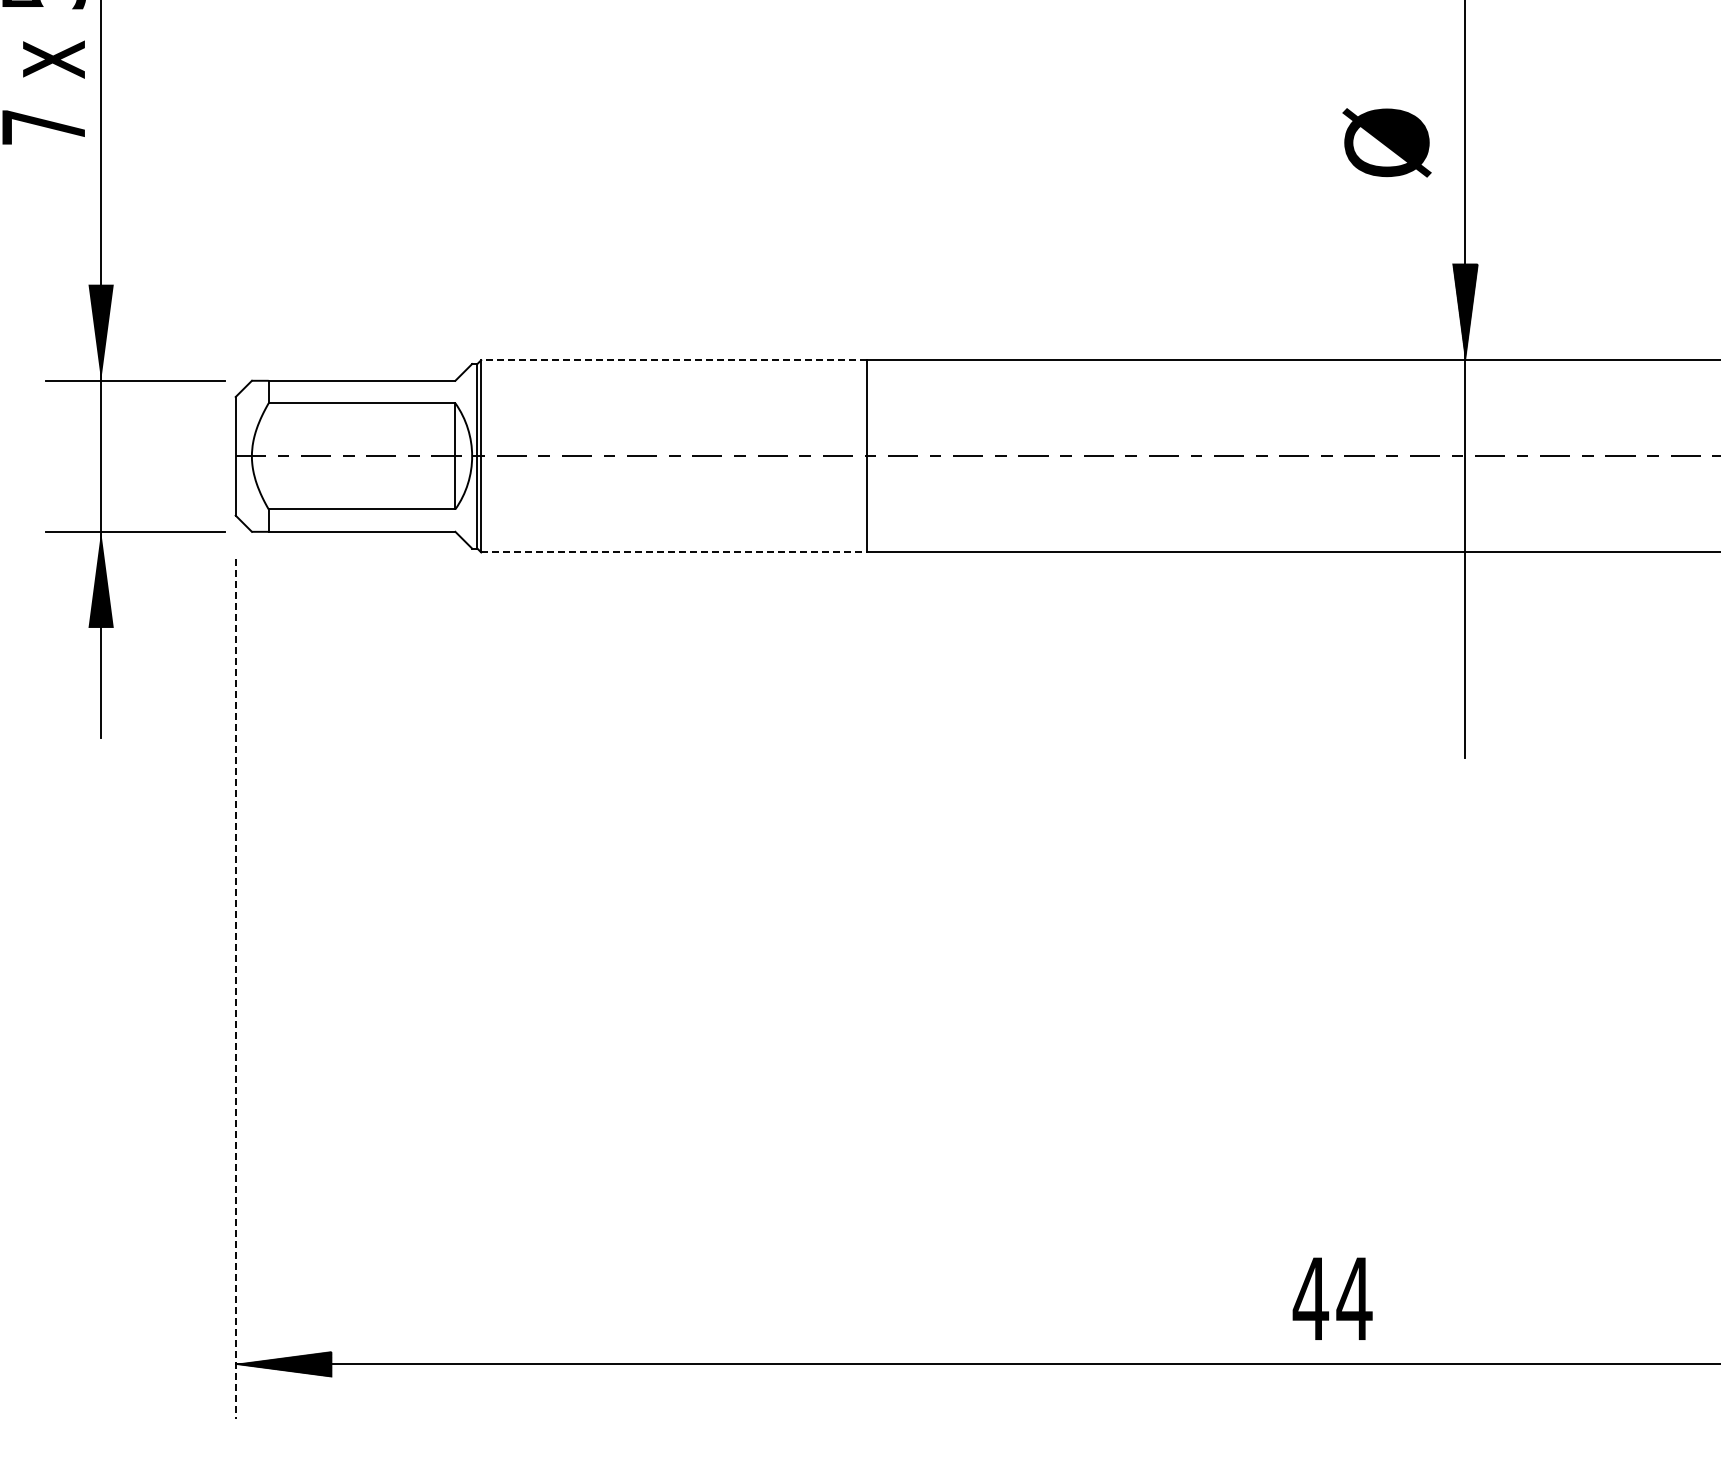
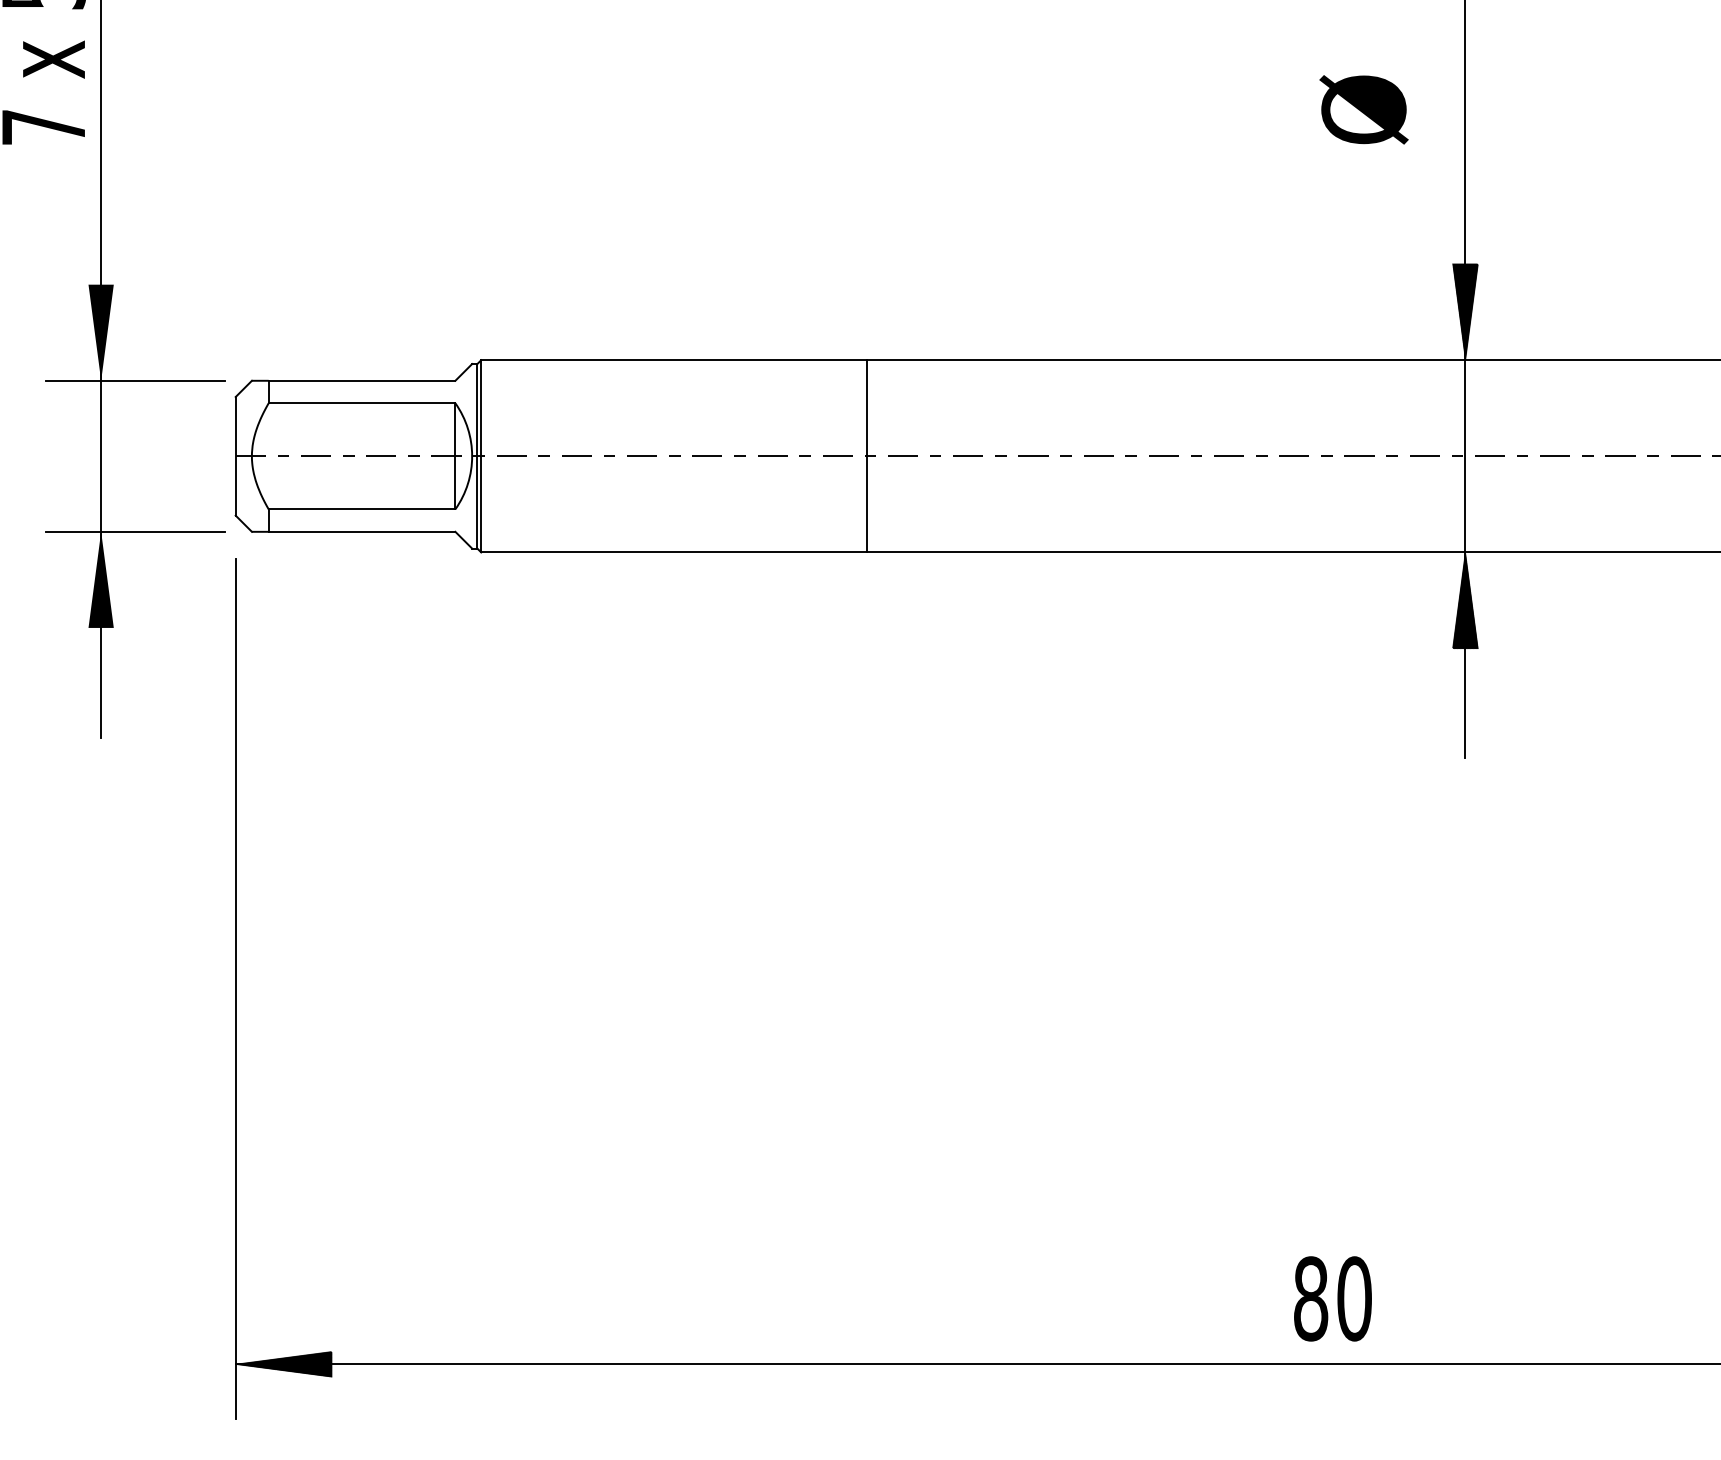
text at (1386, 142) position: (1386, 142) -> (1363, 109)
line at (673, 360): dashed -> solid
line at (674, 552): dashed -> solid
hatch at (1465, 600): none -> present
line at (235, 989): dashed -> solid
text at (1332, 1298): 44 -> 80
